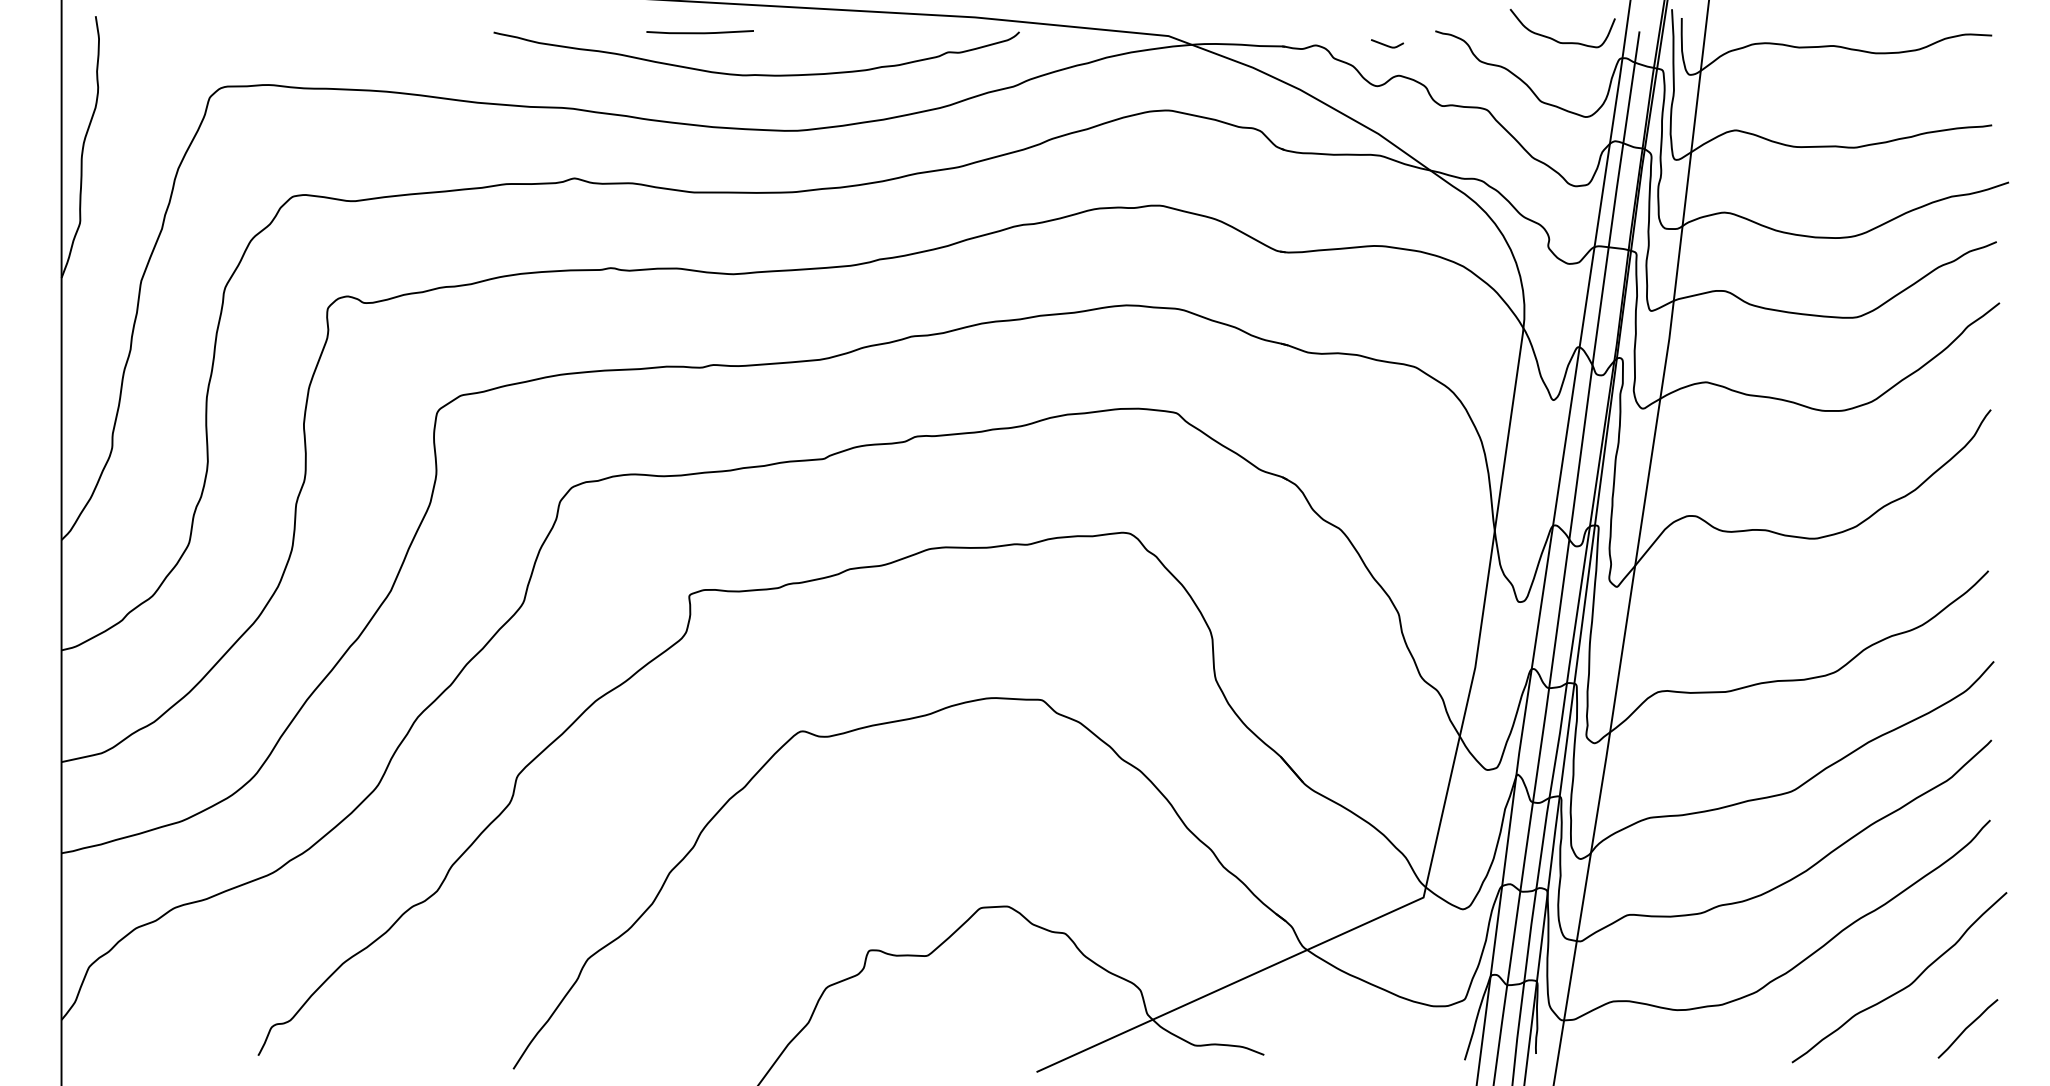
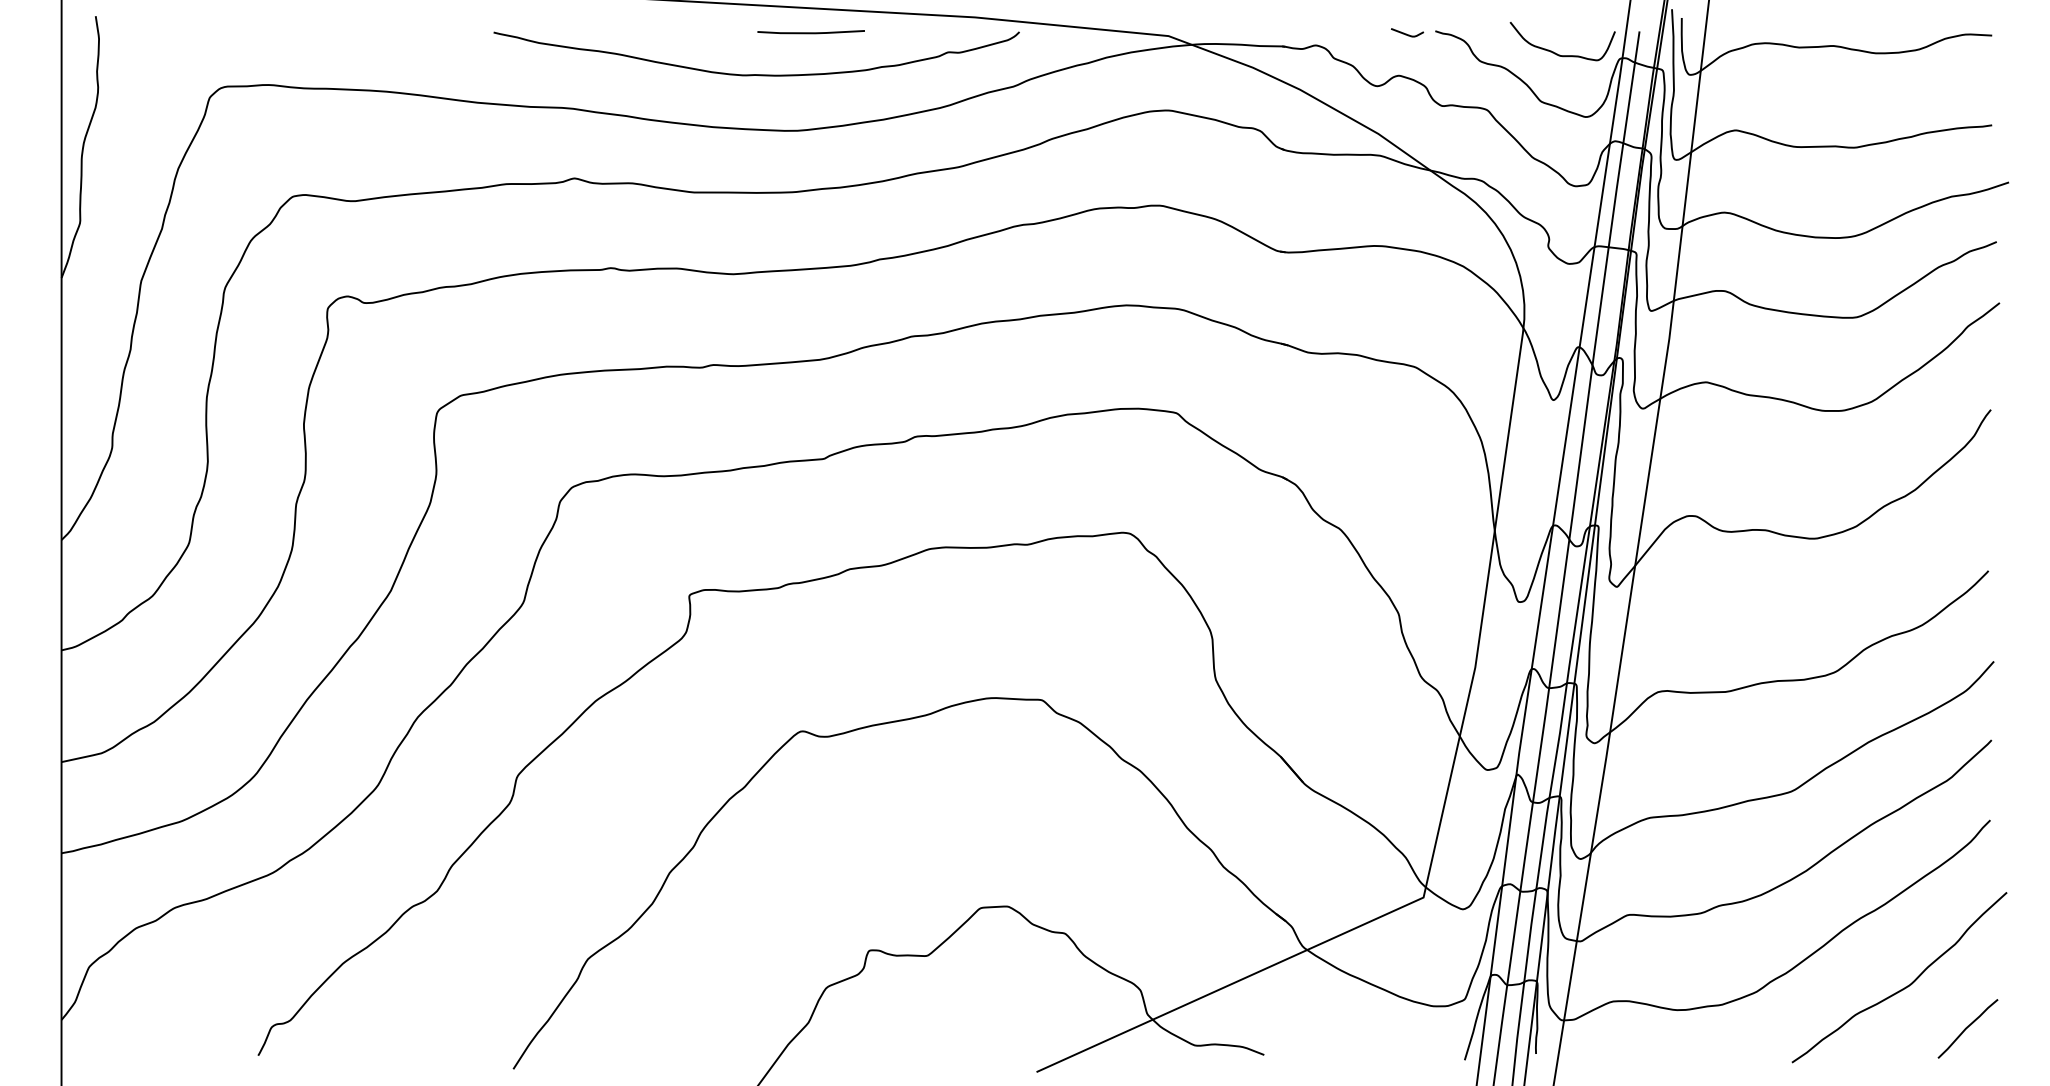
line at (699, 32) position: (699, 32) -> (810, 32)
curve at (1557, 40) position: (1557, 40) -> (1557, 53)
curve at (1386, 44) position: (1386, 44) -> (1406, 33)
